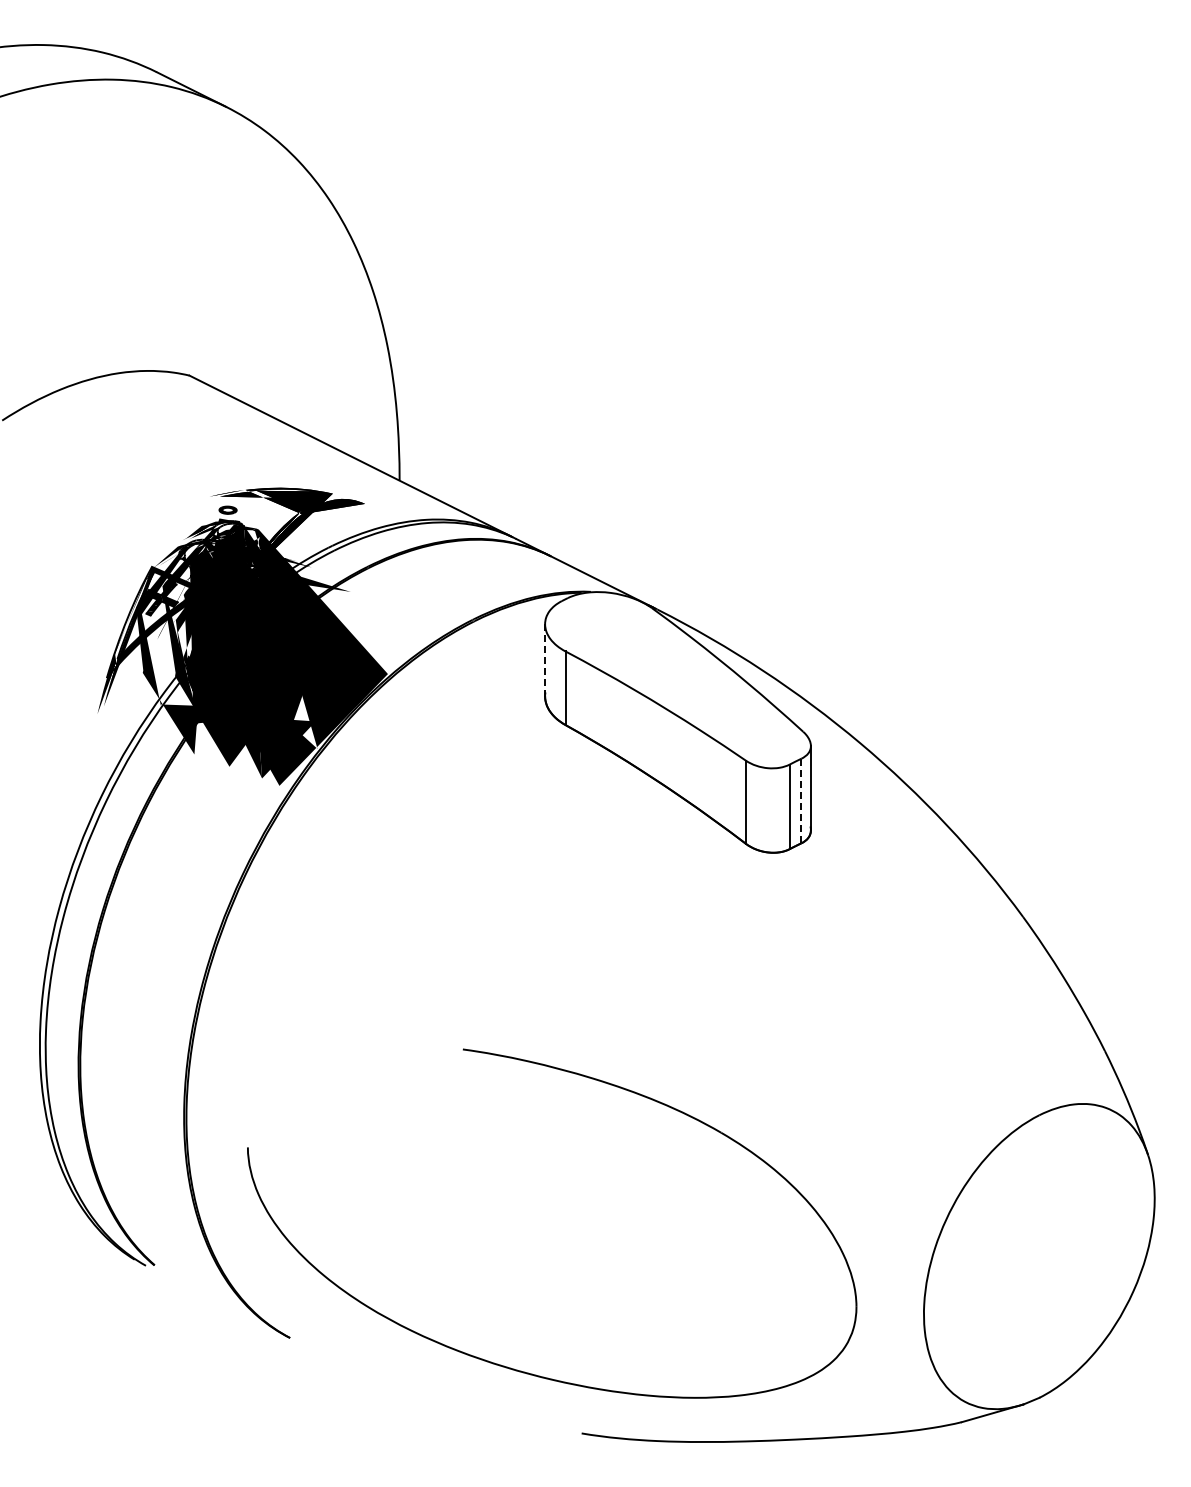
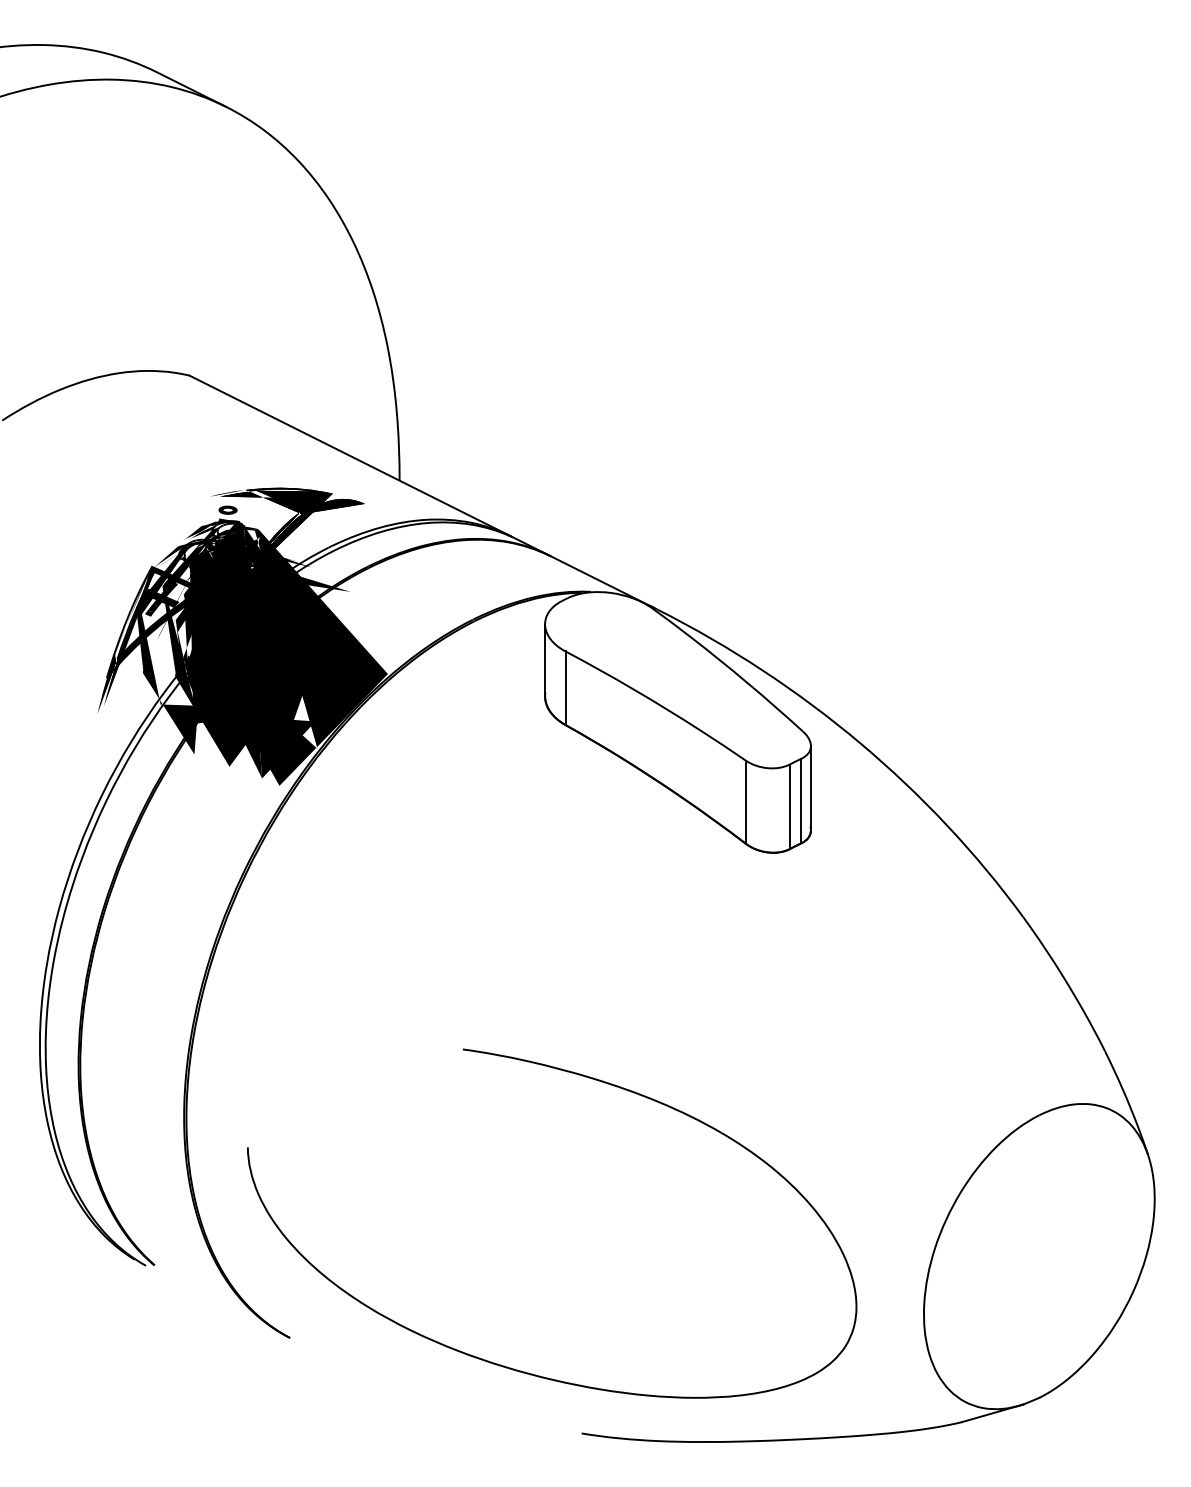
line at (545, 660): dashed -> solid
line at (801, 800): dashed -> solid
